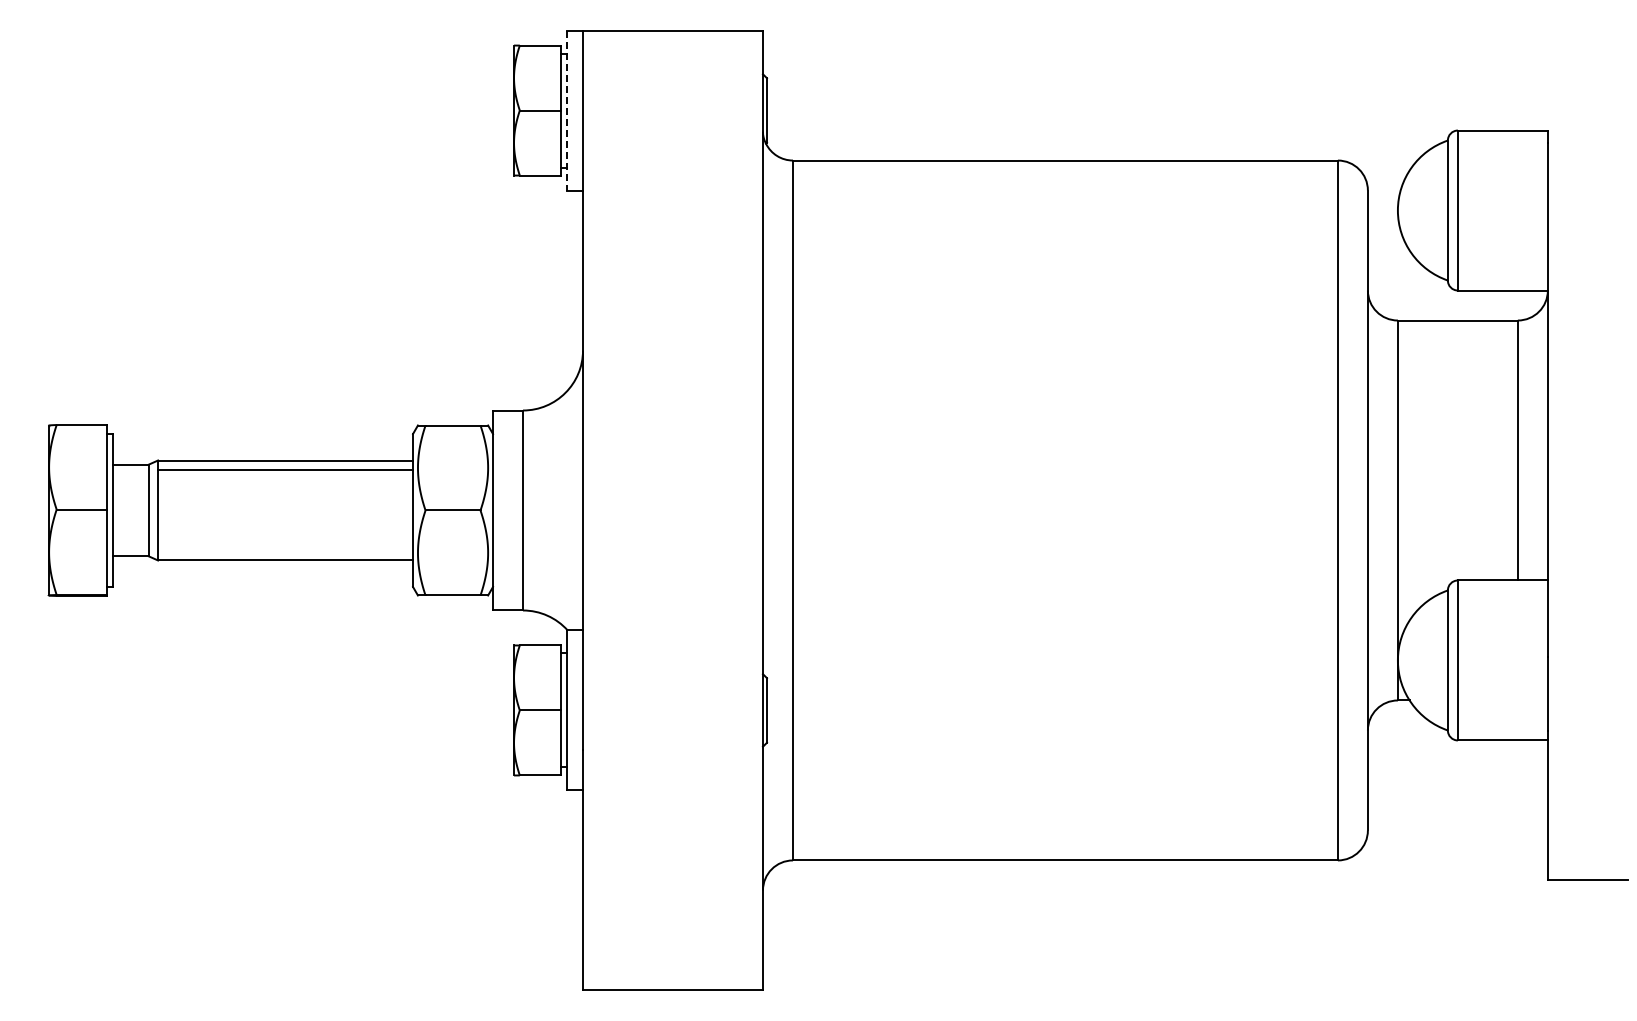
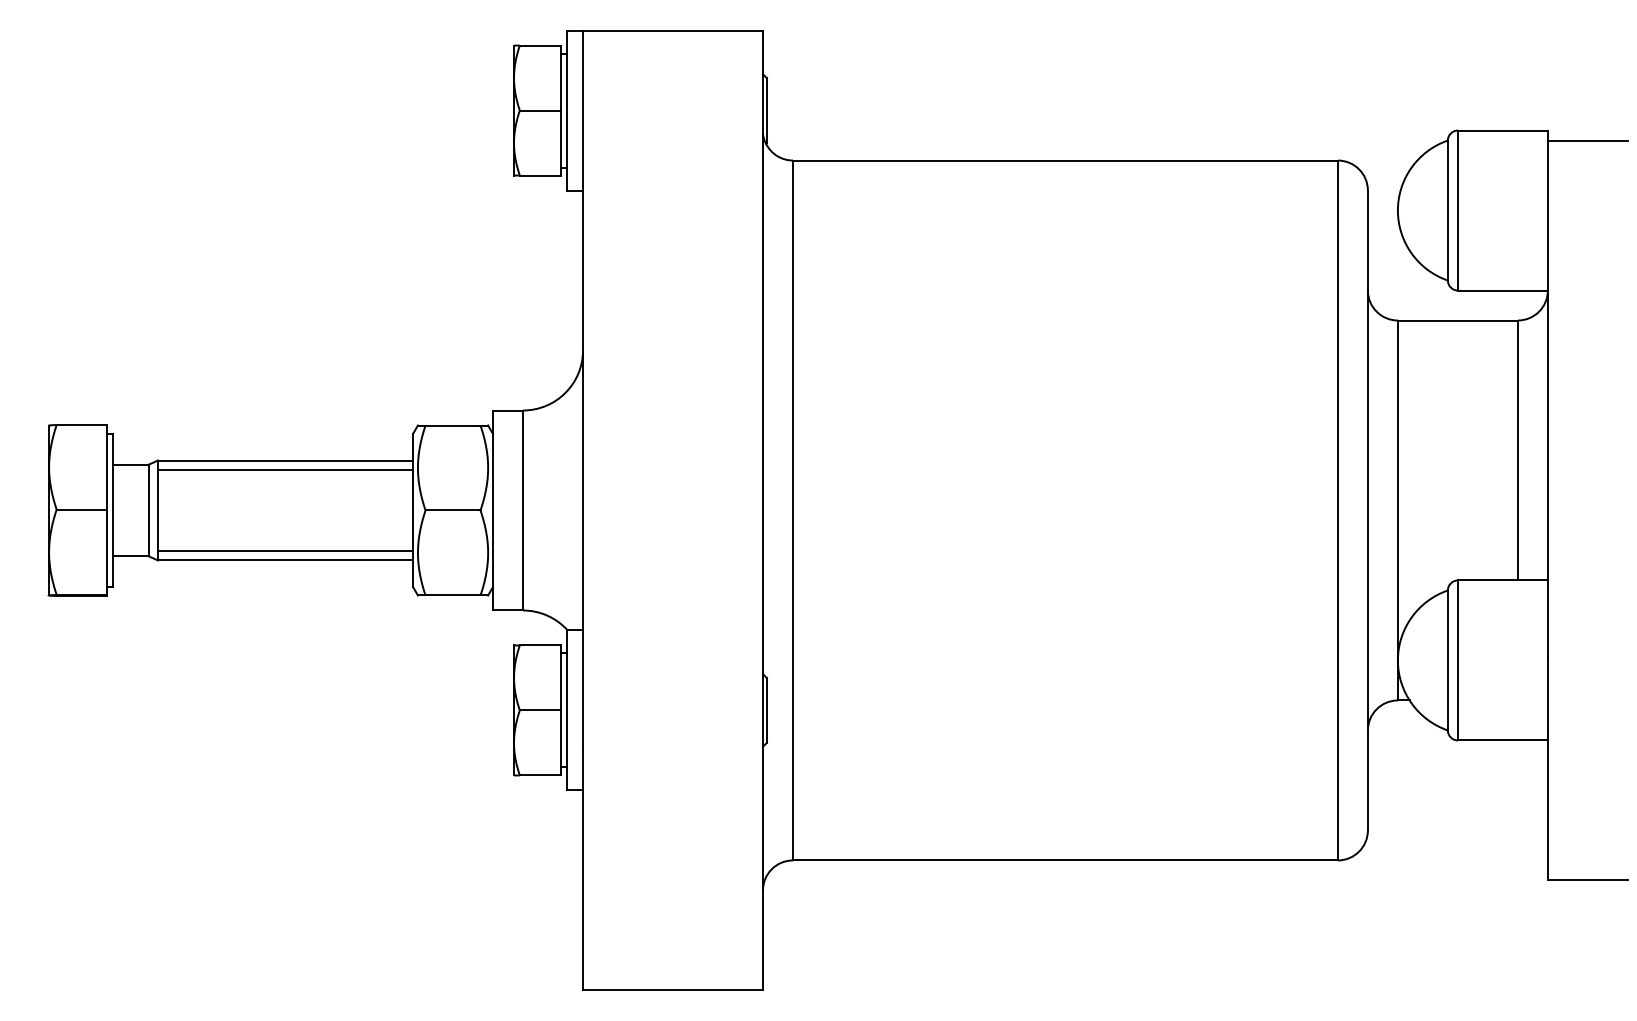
line at (567, 110): dashed -> solid
line at (1587, 140): none -> present
line at (285, 551): none -> present
